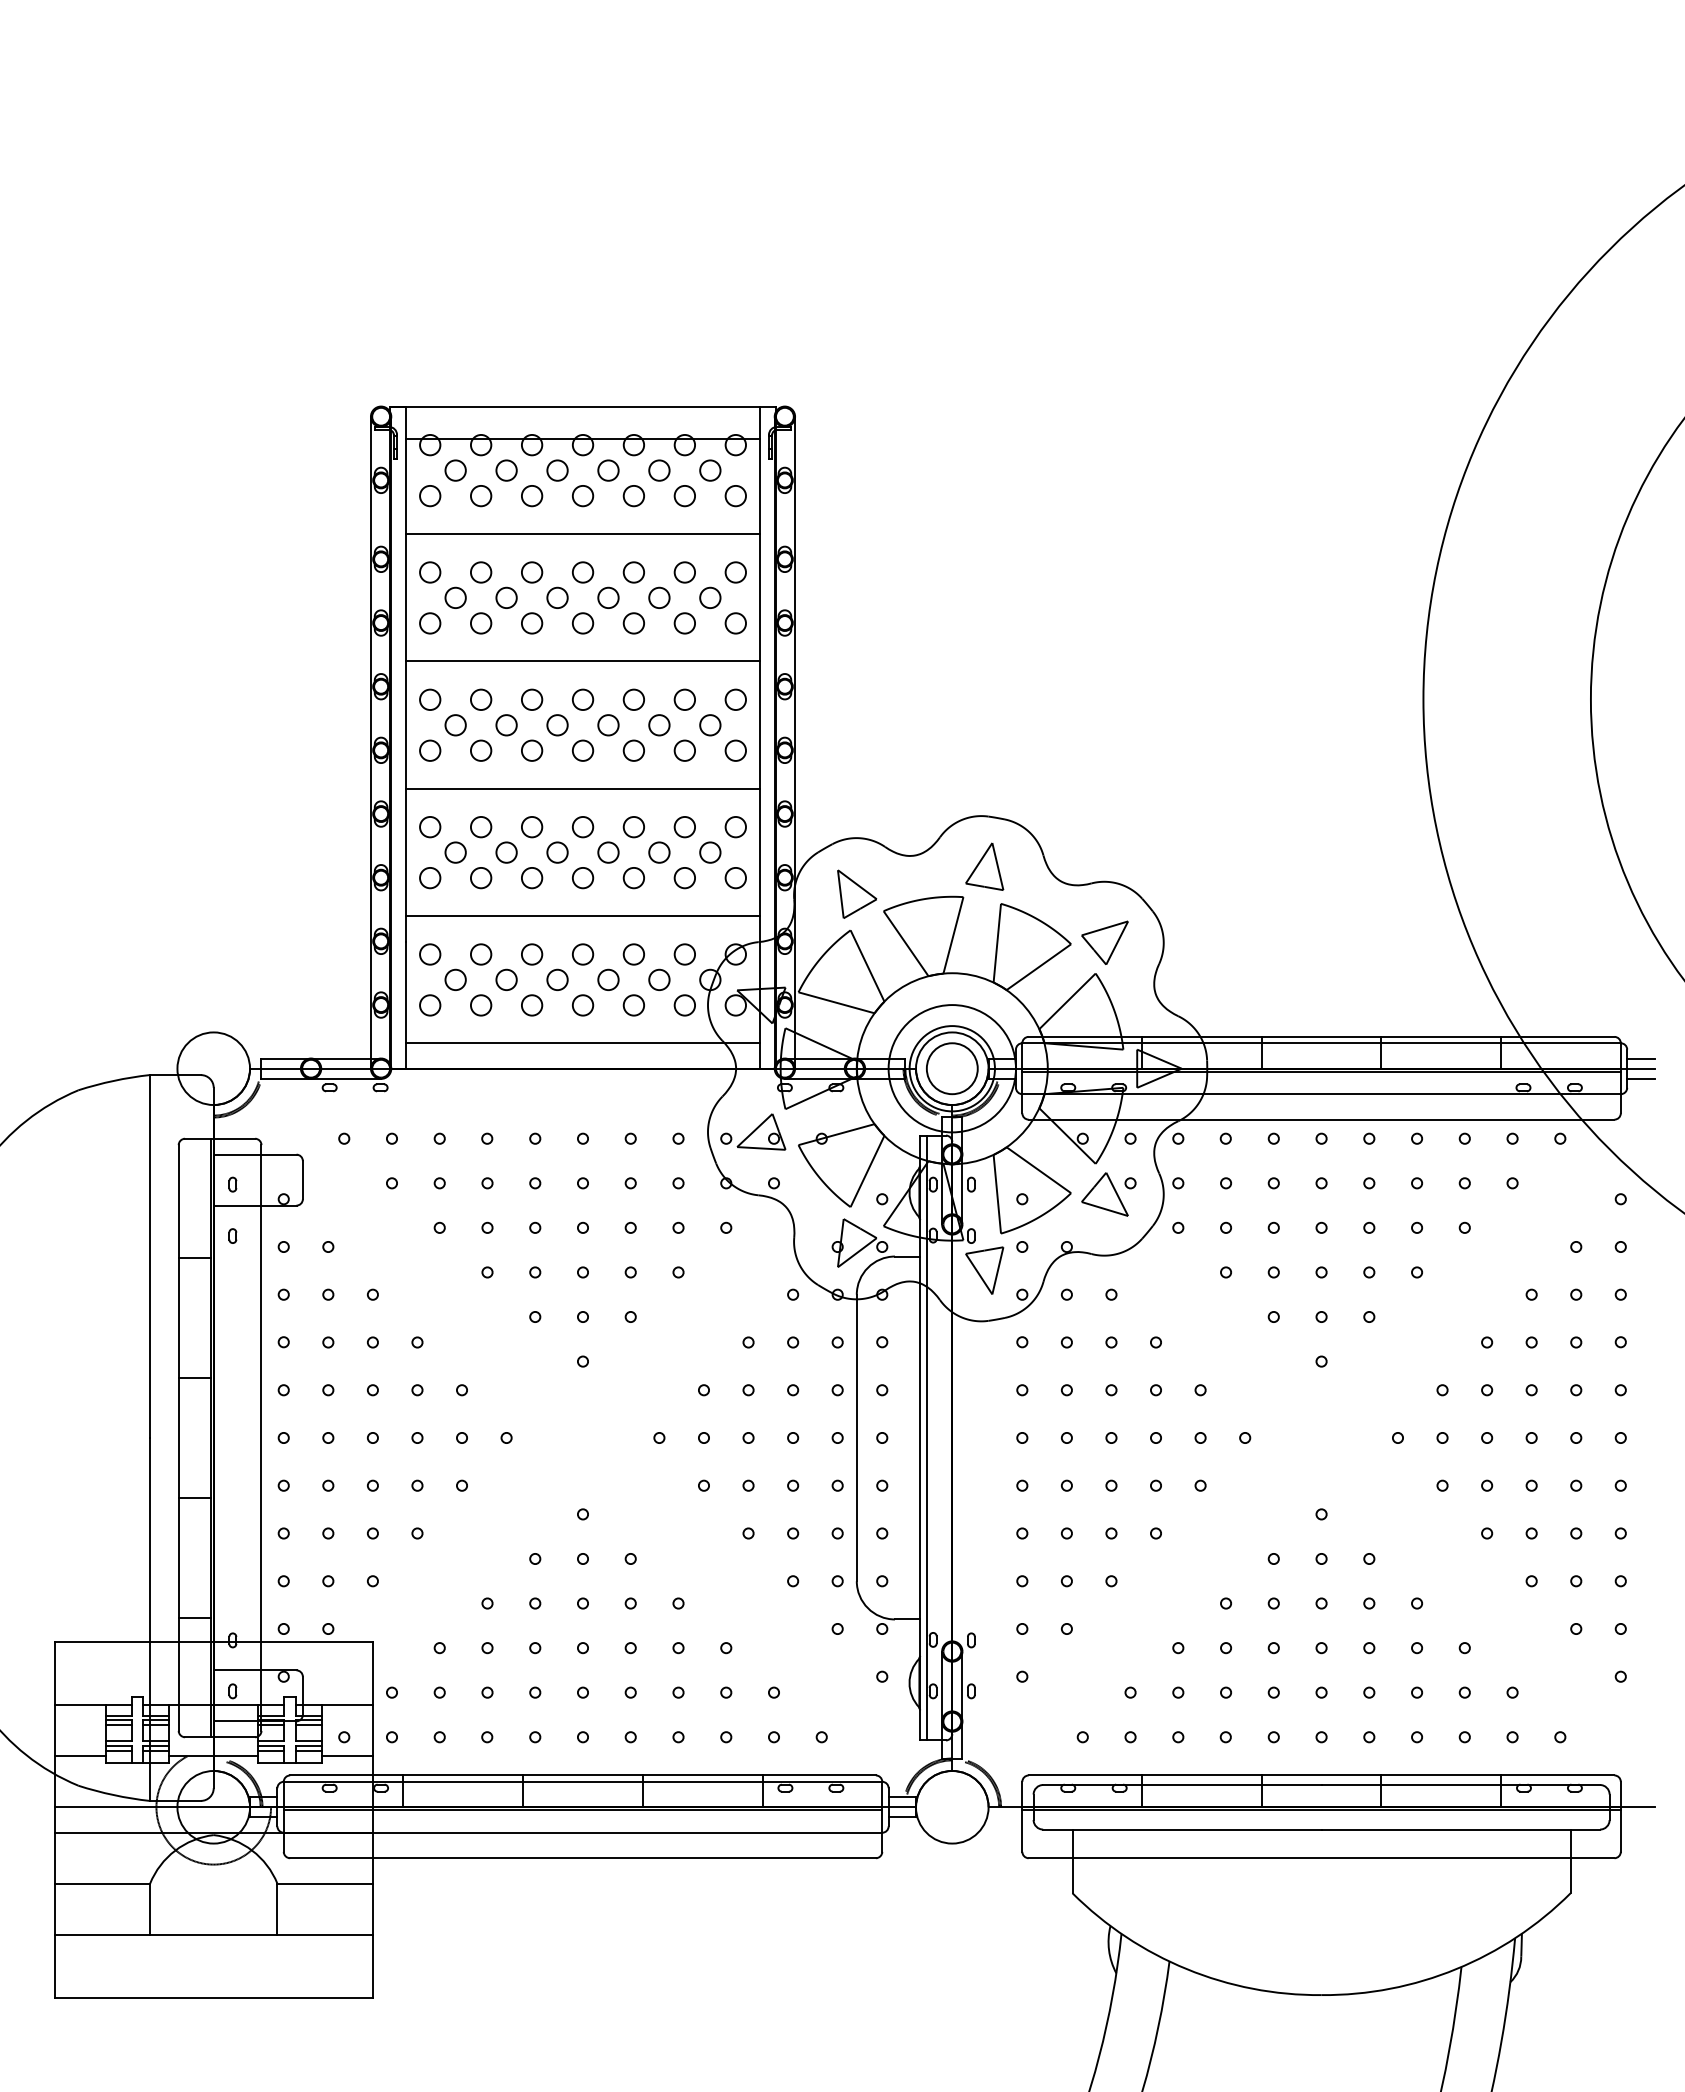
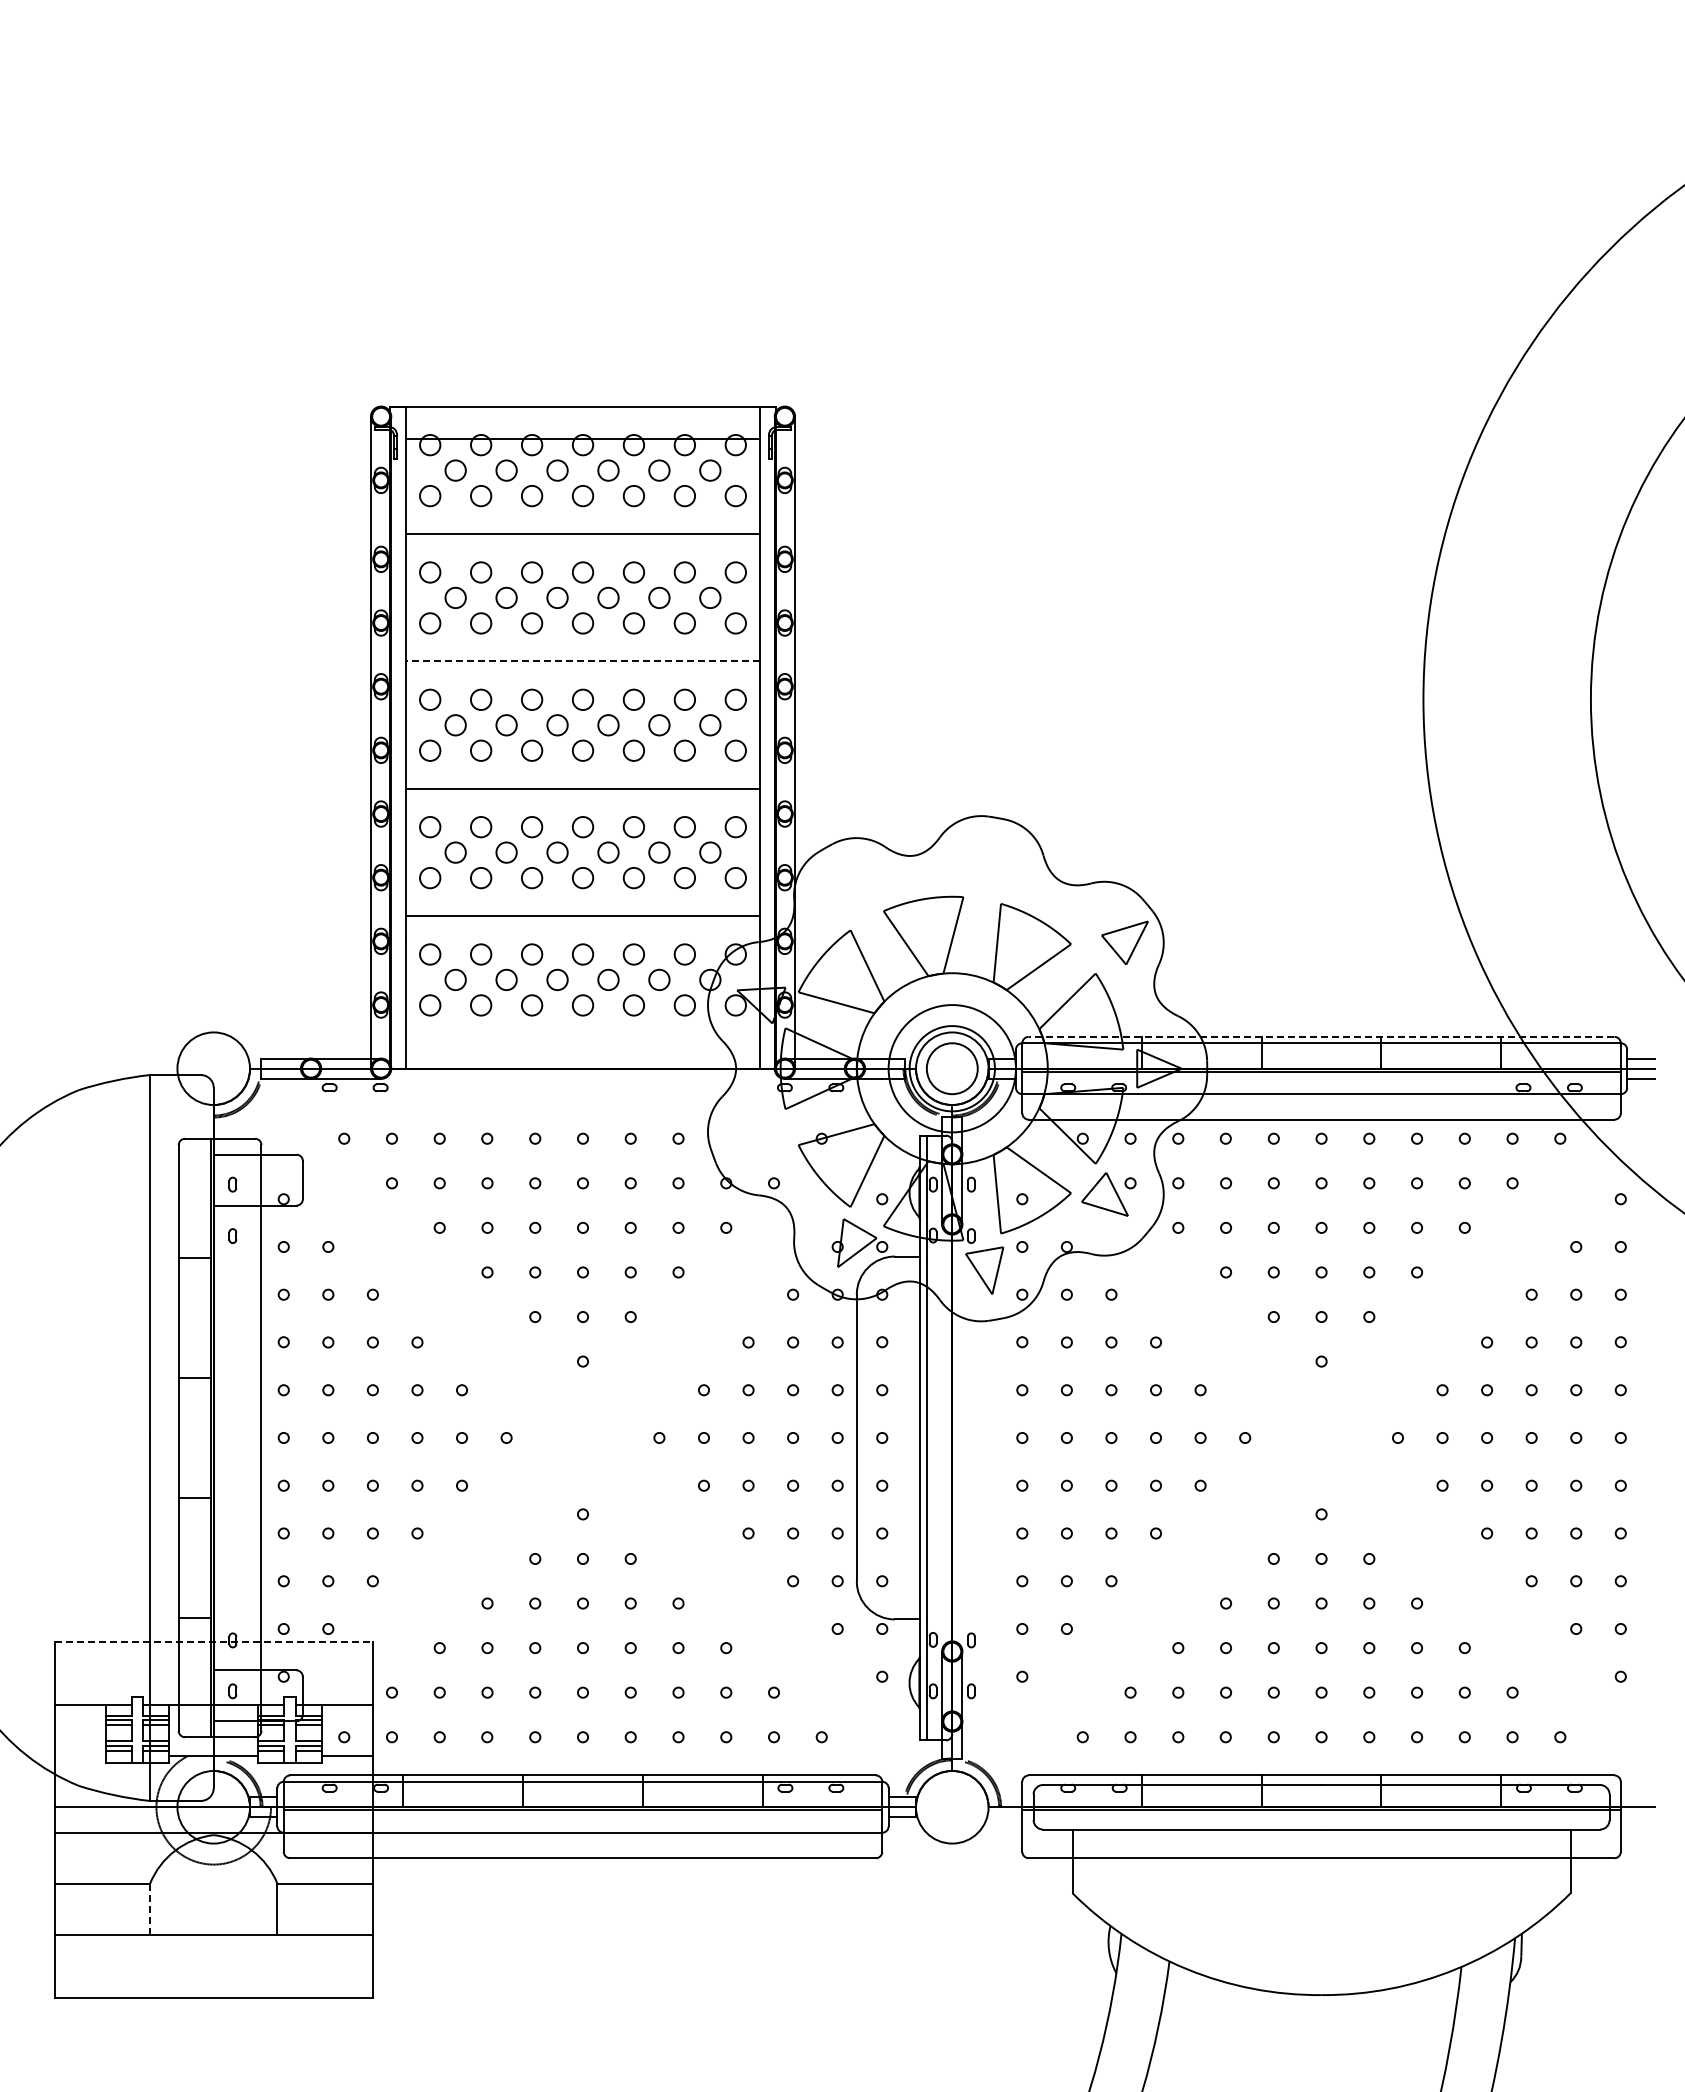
line at (583, 661): solid -> dashed
part at (984, 866): present -> none
part at (857, 893): present -> none
part at (1104, 942) position: (1104, 942) -> (1124, 942)
line at (1321, 1036): solid -> dashed
line at (582, 1043): present -> none
part at (753, 1131): present -> none
line at (214, 1641): solid -> dashed
line at (79, 1756): present -> none
line at (150, 1909): solid -> dashed
